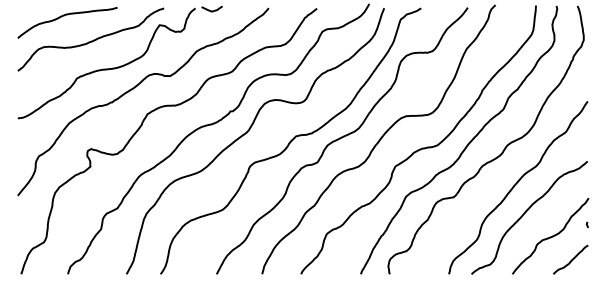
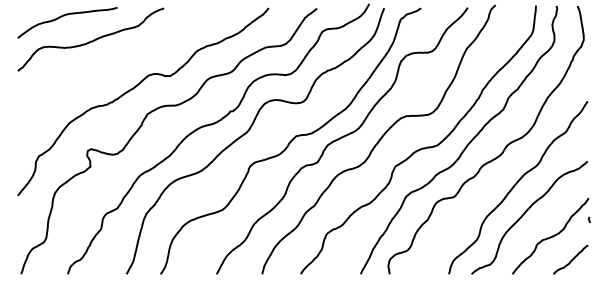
part at (119, 62): present -> none
line at (586, 224) position: (586, 224) -> (588, 219)
